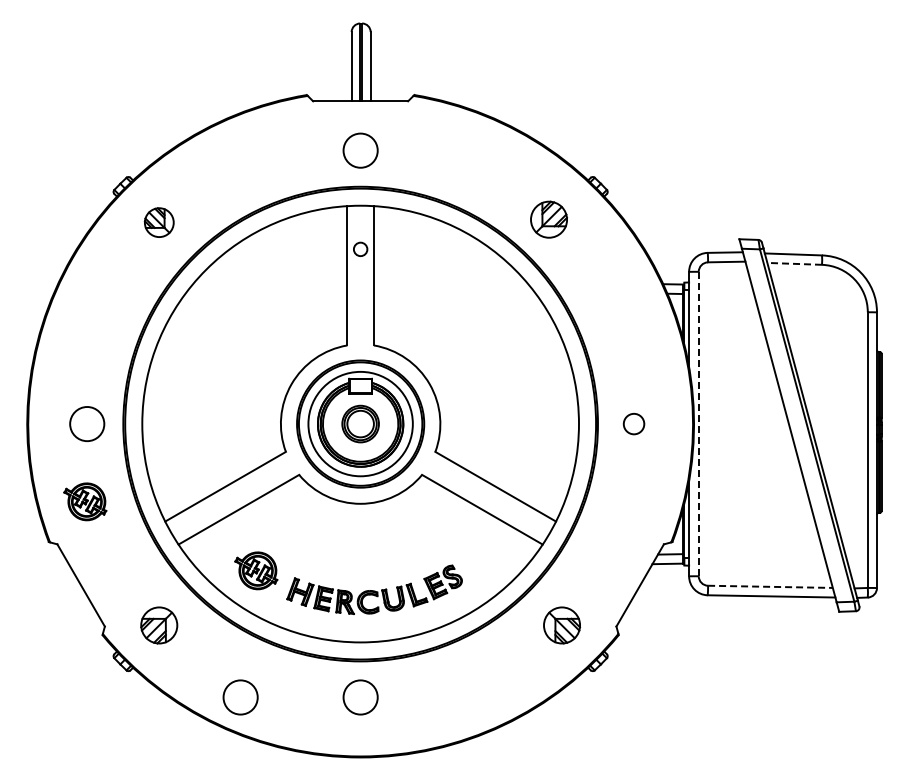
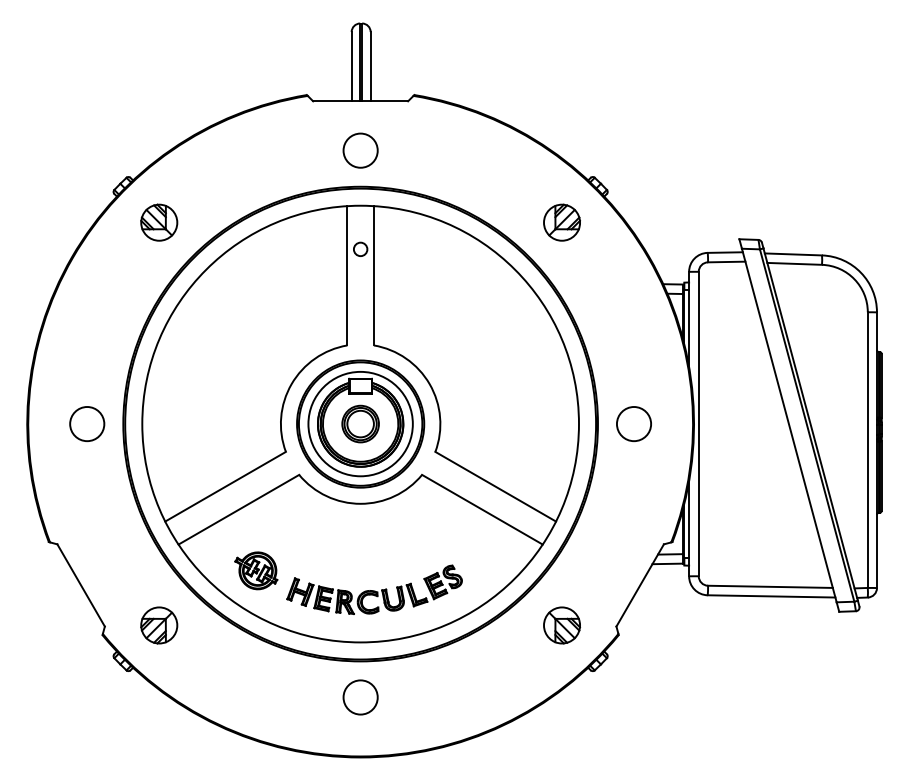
part at (548, 219) position: (548, 219) -> (561, 222)
part at (158, 222) size: 32x31 px -> 39x39 px
line at (794, 263): dashed -> solid
circle at (633, 423) diameter: 21 px -> 34 px
line at (698, 424): dashed -> solid
part at (85, 501): present -> none
line at (770, 586): dashed -> solid
circle at (240, 697): present -> none
